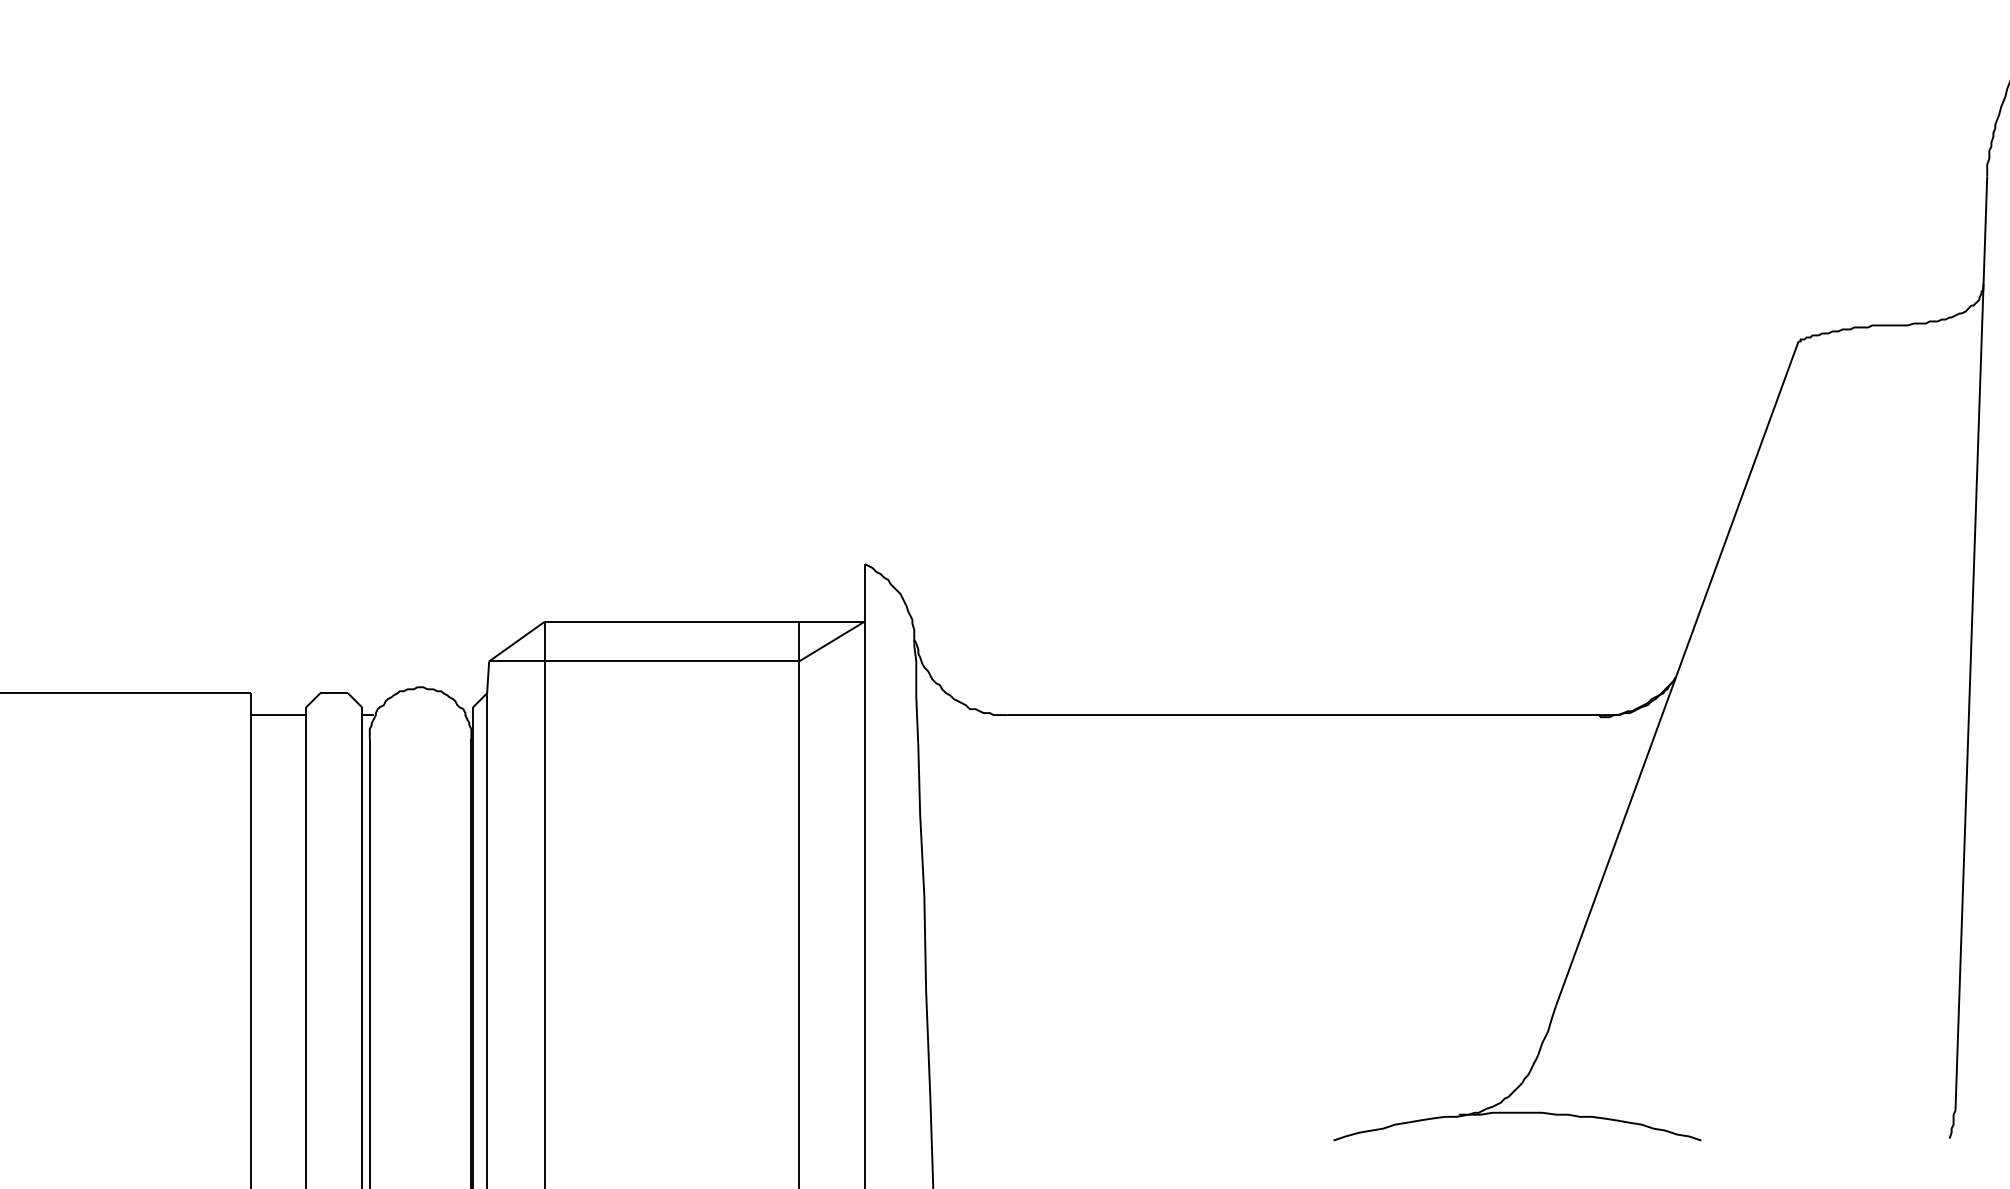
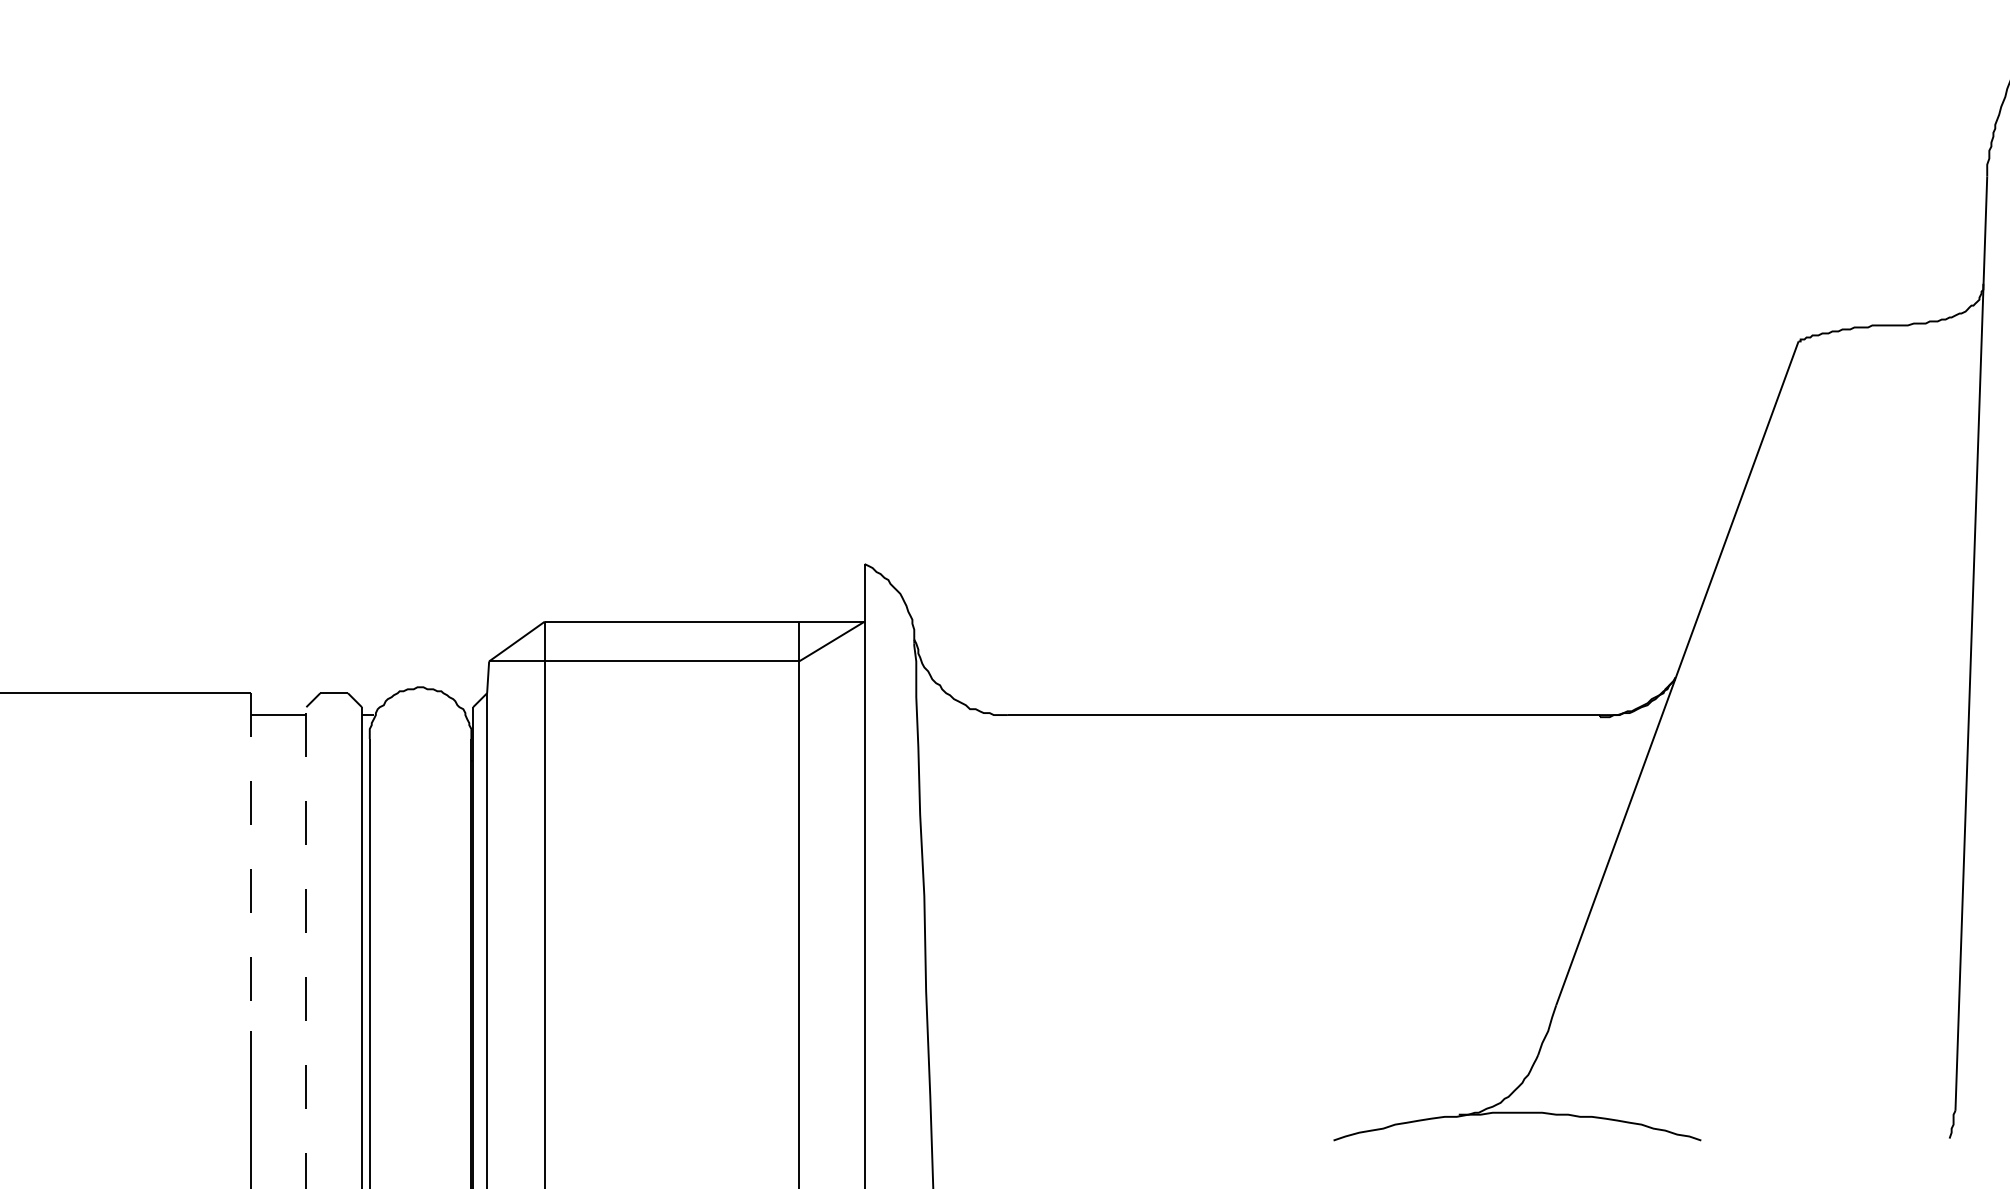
line at (250, 862): solid -> dashed
line at (306, 947): solid -> dashed
